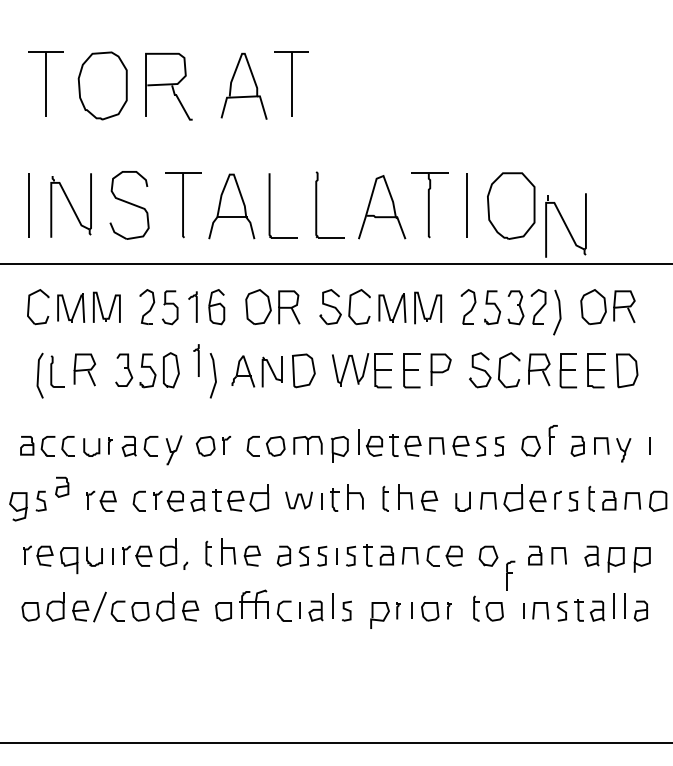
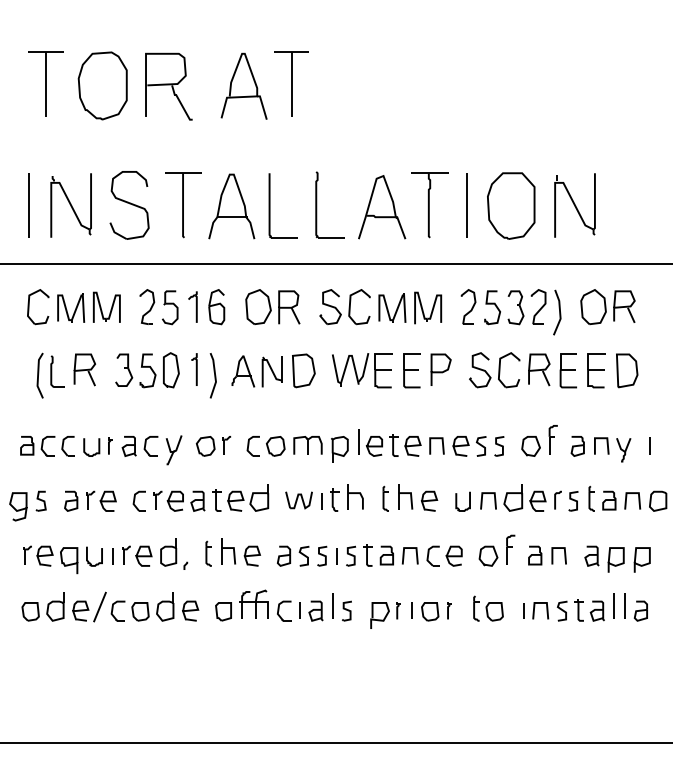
part at (565, 225) position: (565, 225) -> (574, 205)
part at (196, 360) position: (196, 360) -> (194, 369)
part at (62, 486) position: (62, 486) -> (71, 500)
part at (510, 575) position: (510, 575) -> (510, 549)
